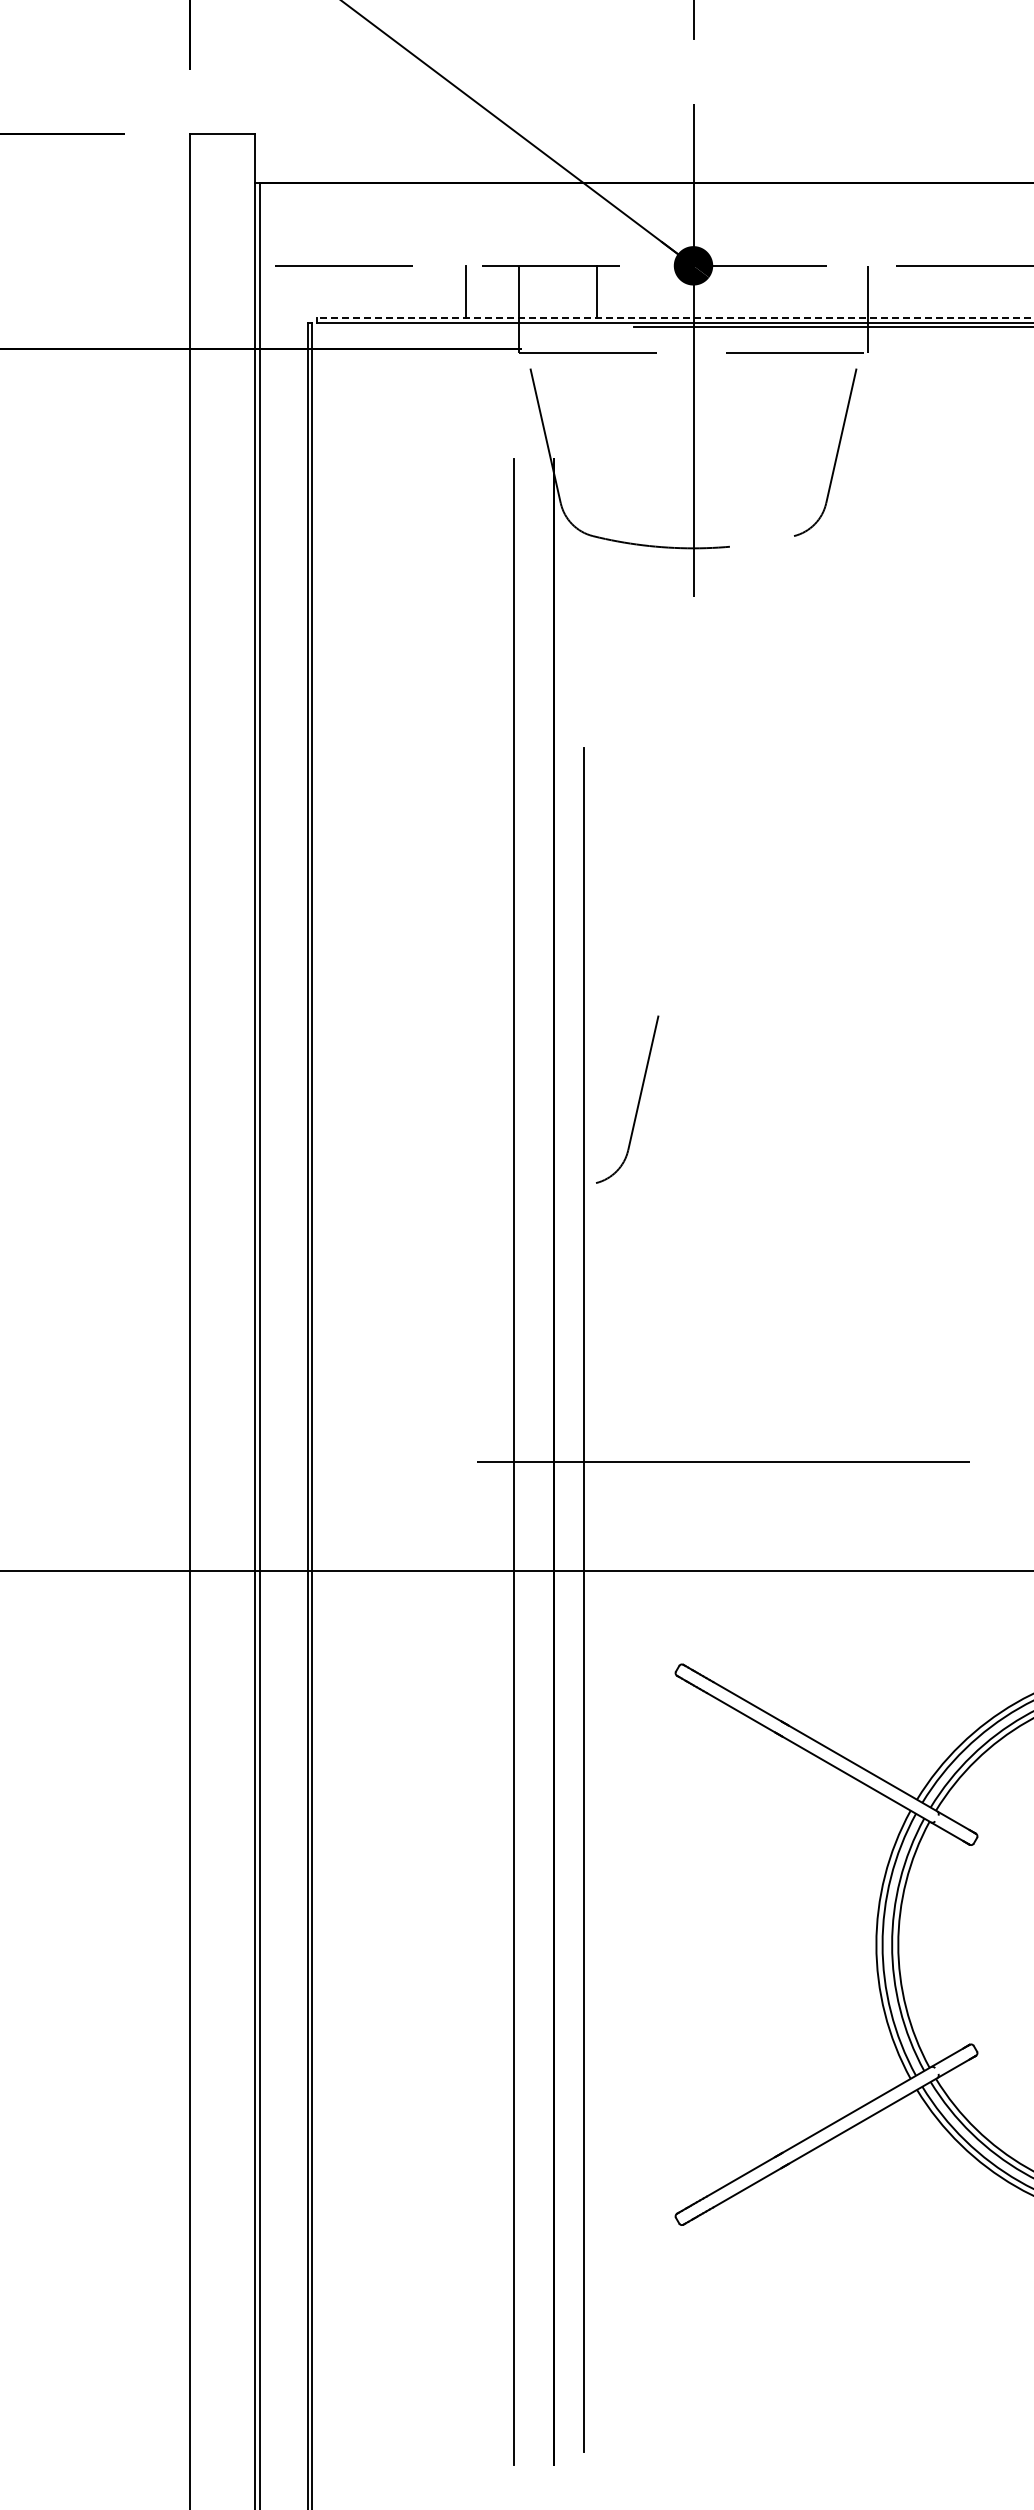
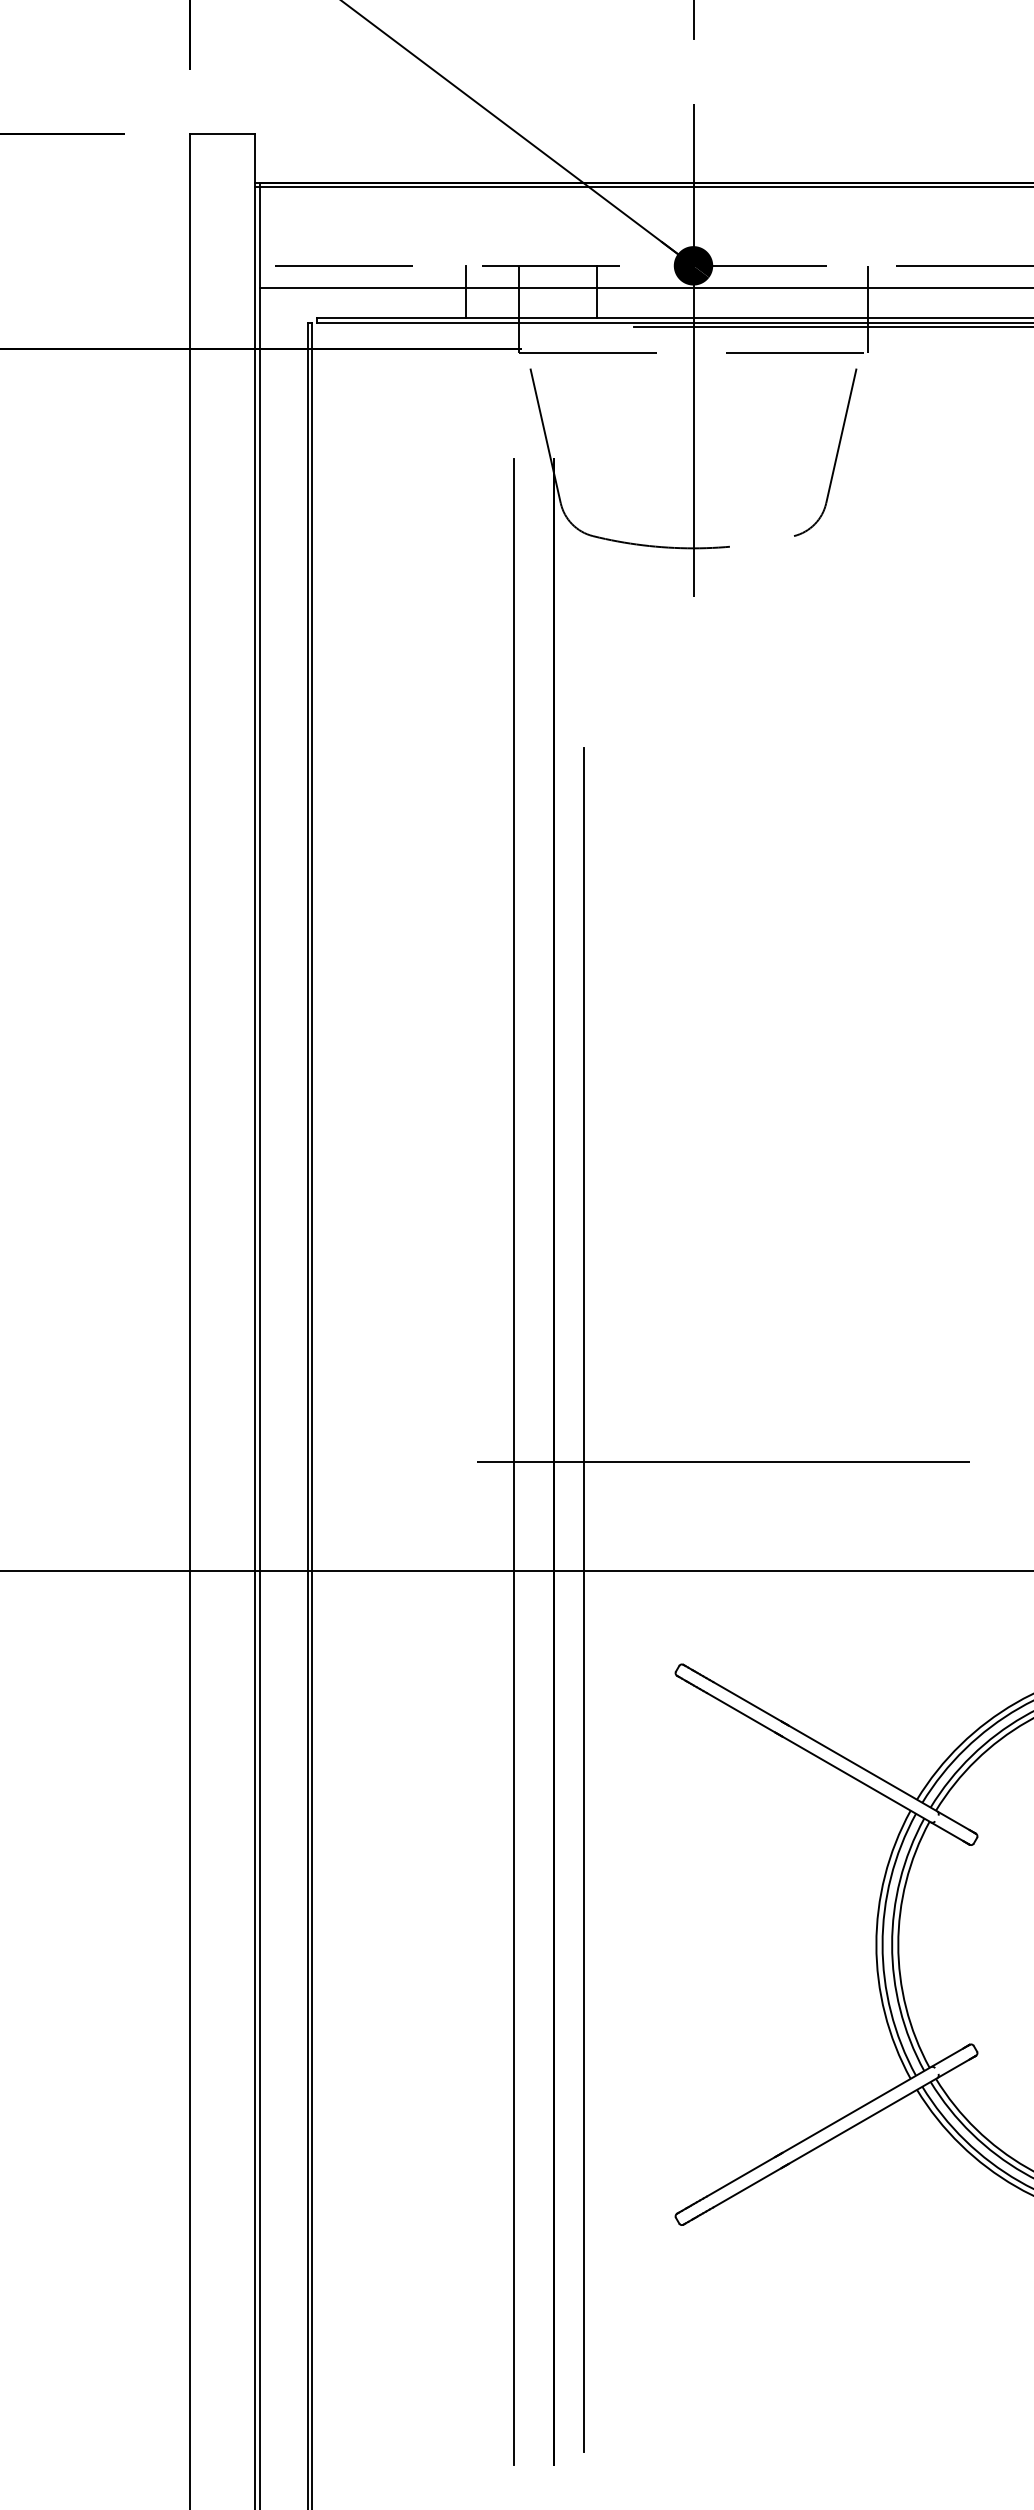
line at (642, 186): none -> present
line at (644, 287): none -> present
line at (674, 318): dashed -> solid
part at (637, 1103): present -> none
